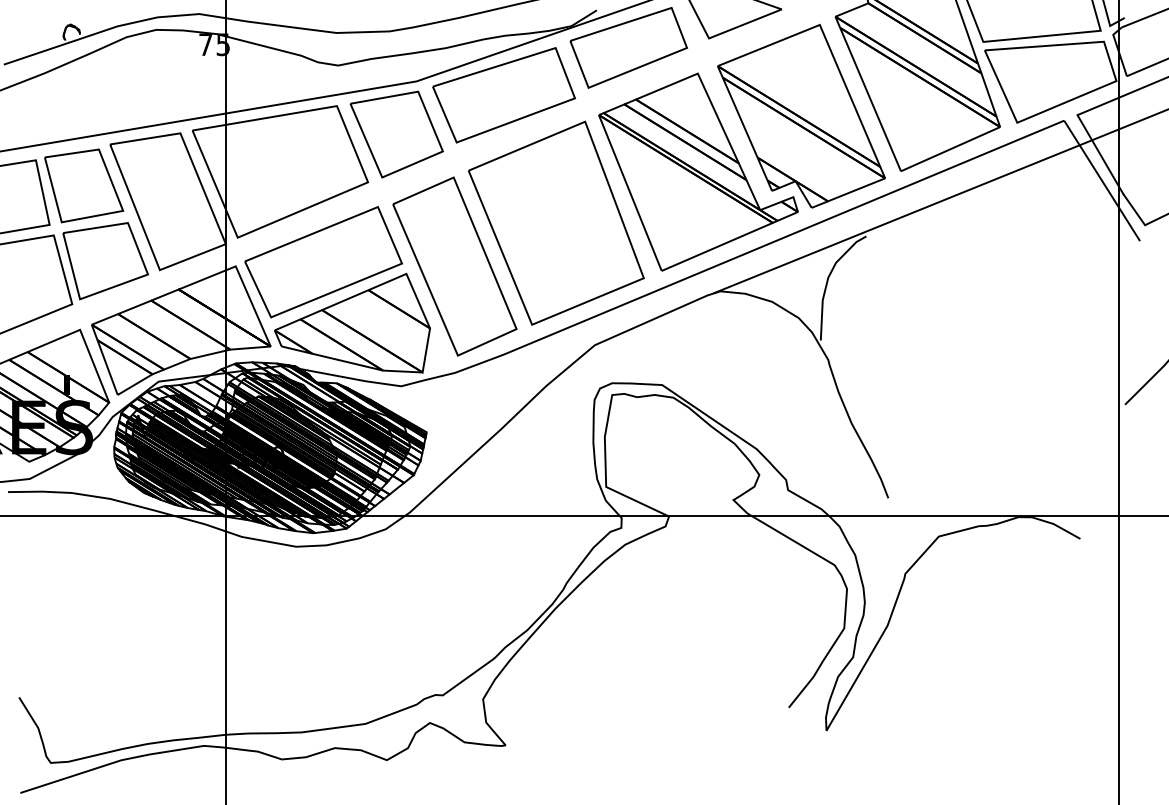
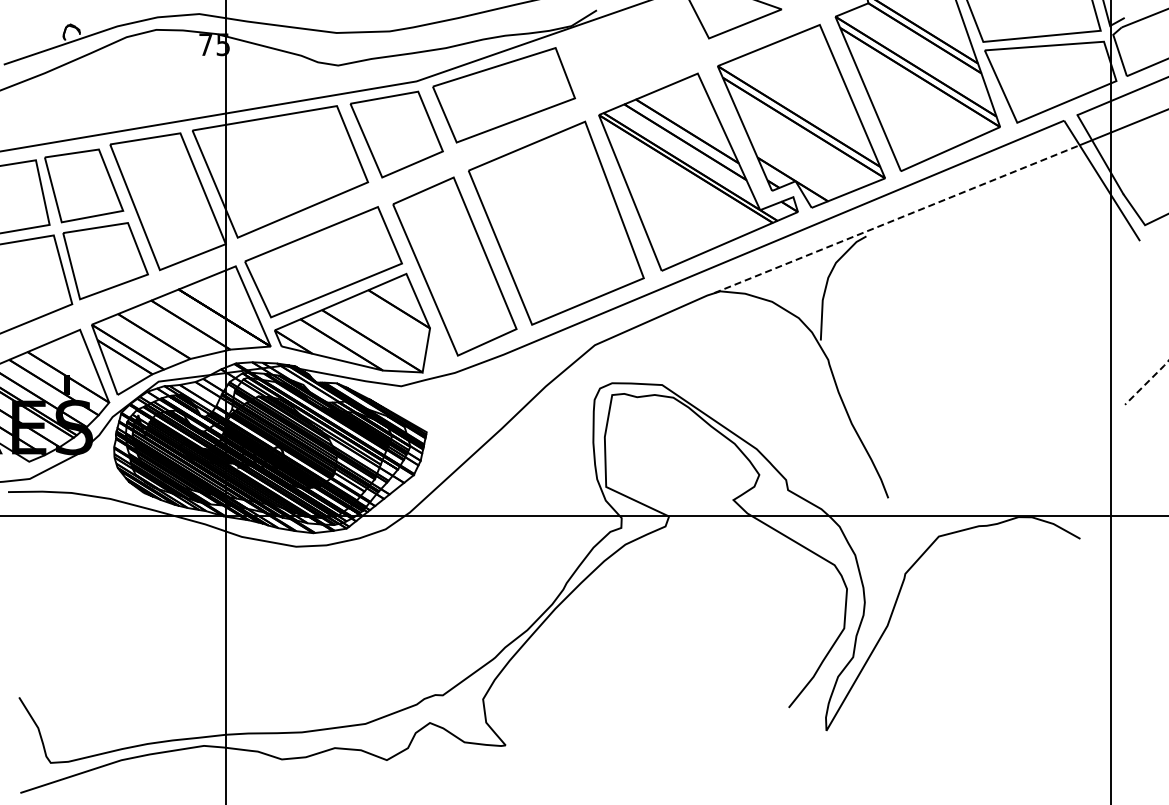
part at (628, 47): present -> none
line at (897, 219): solid -> dashed
line at (1147, 382): solid -> dashed
line at (1119, 401) position: (1119, 401) -> (1111, 401)
